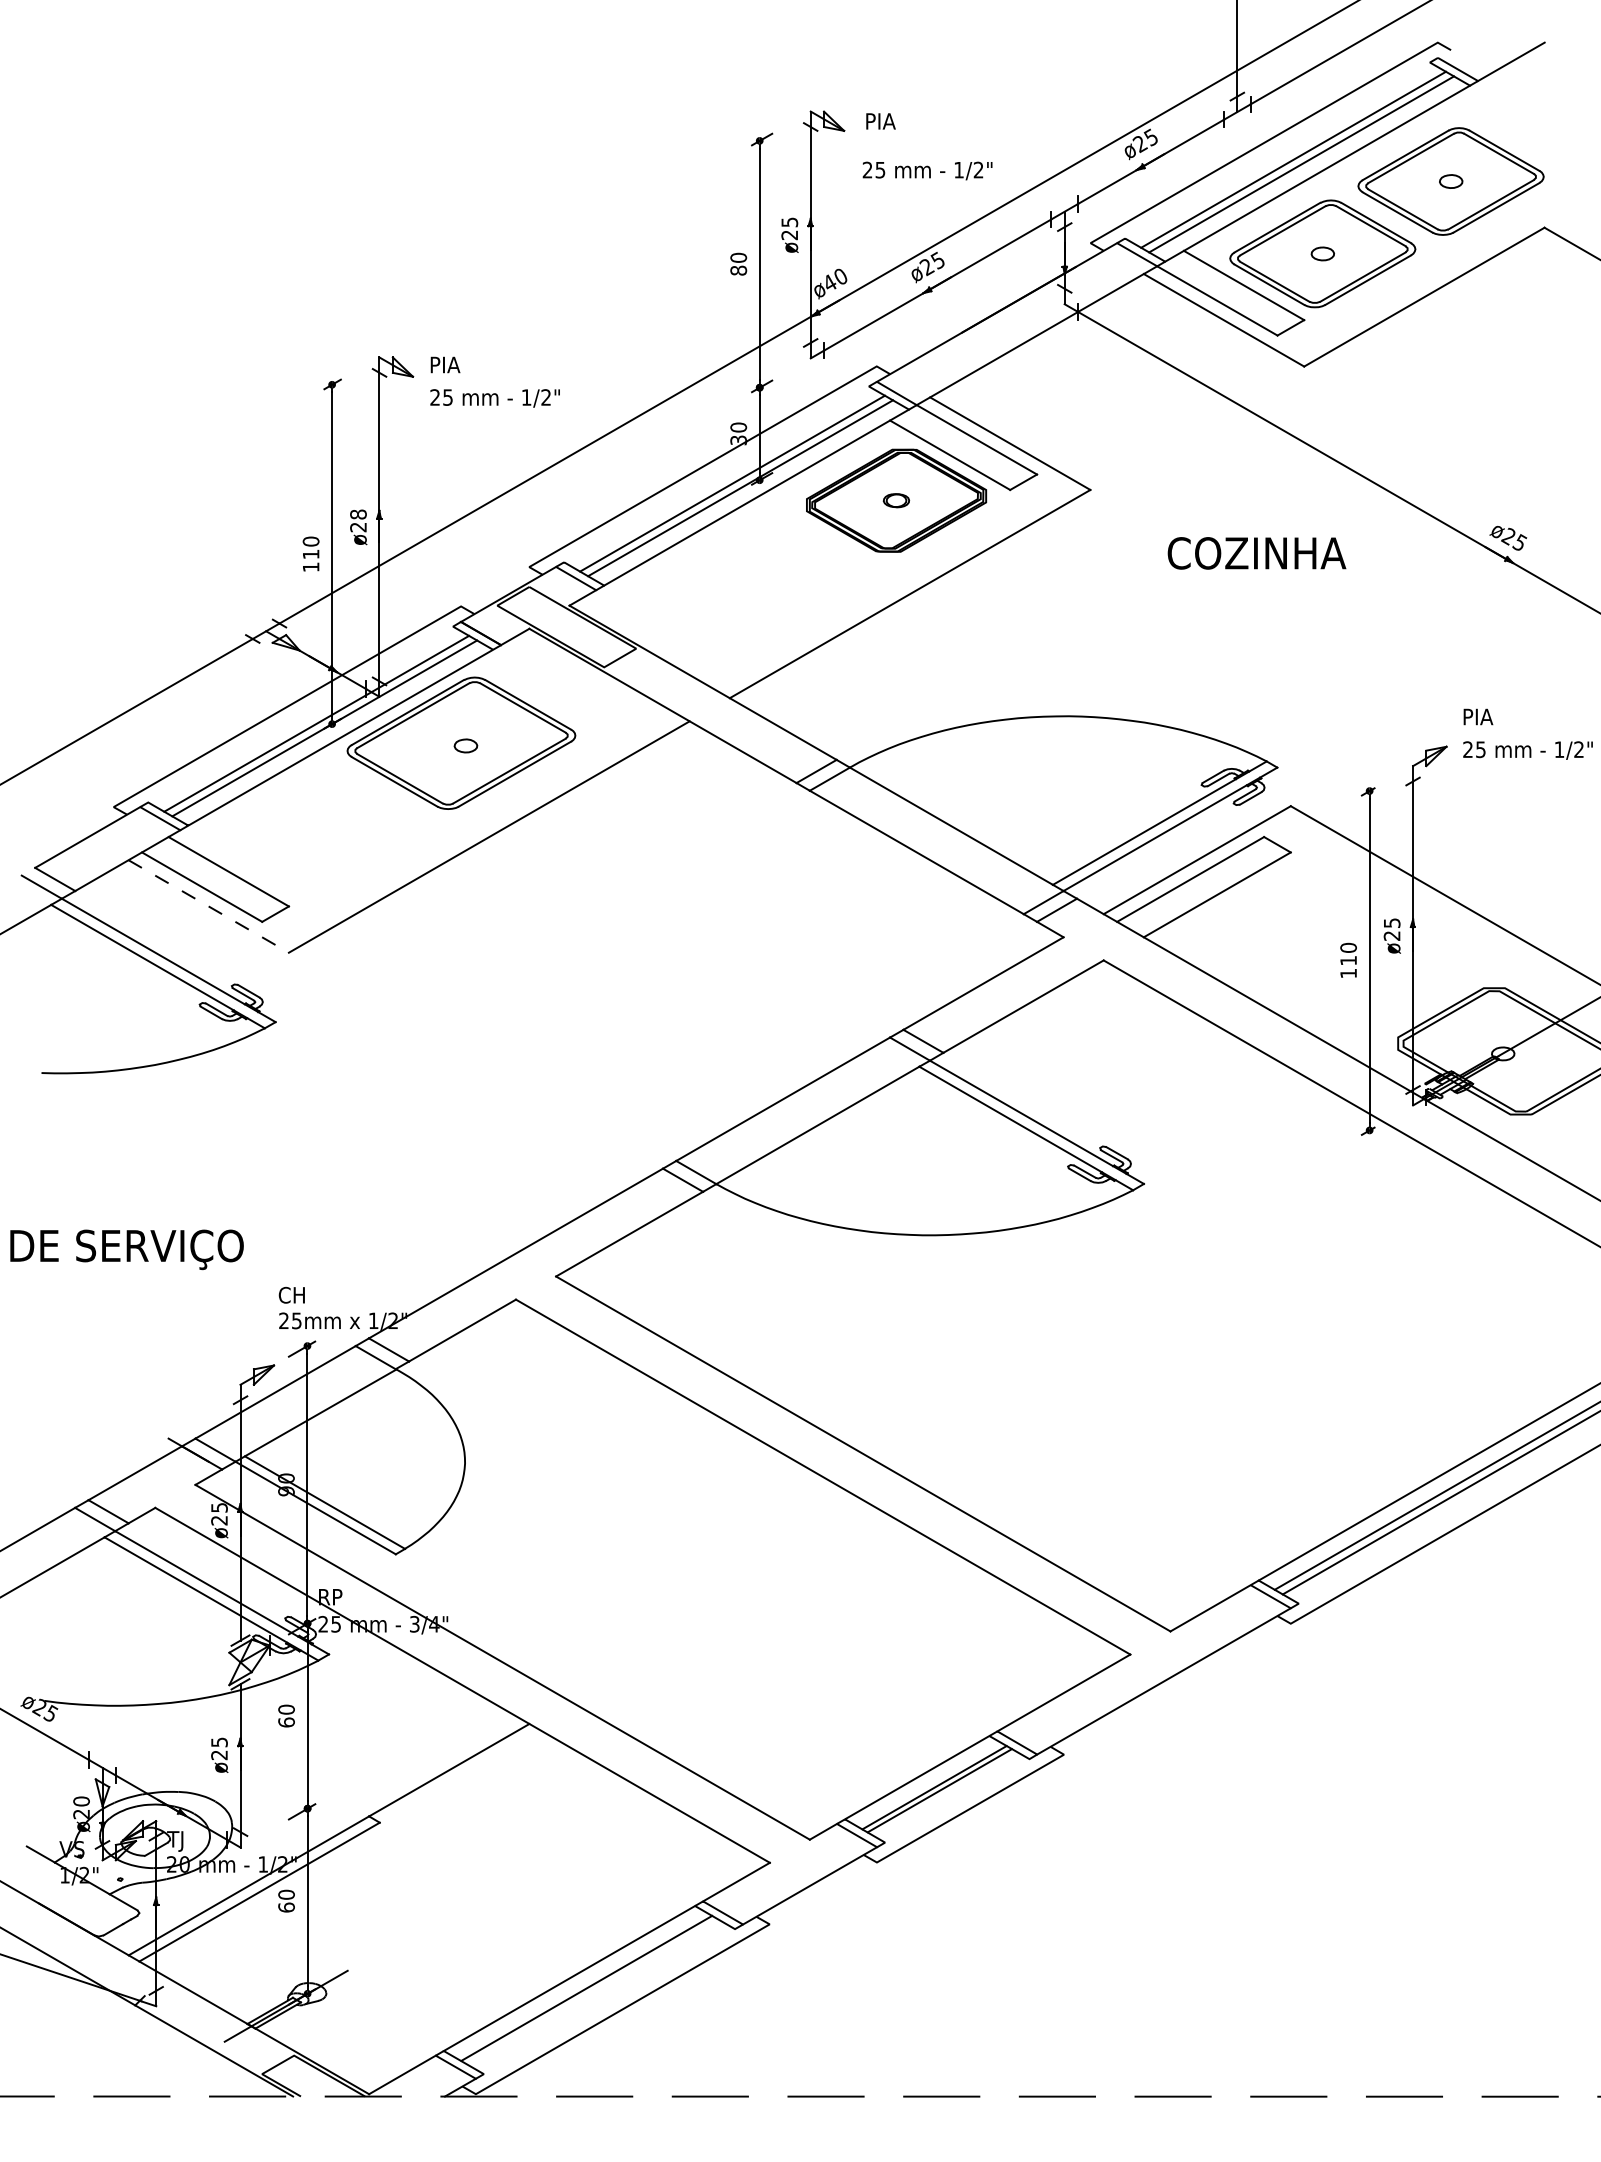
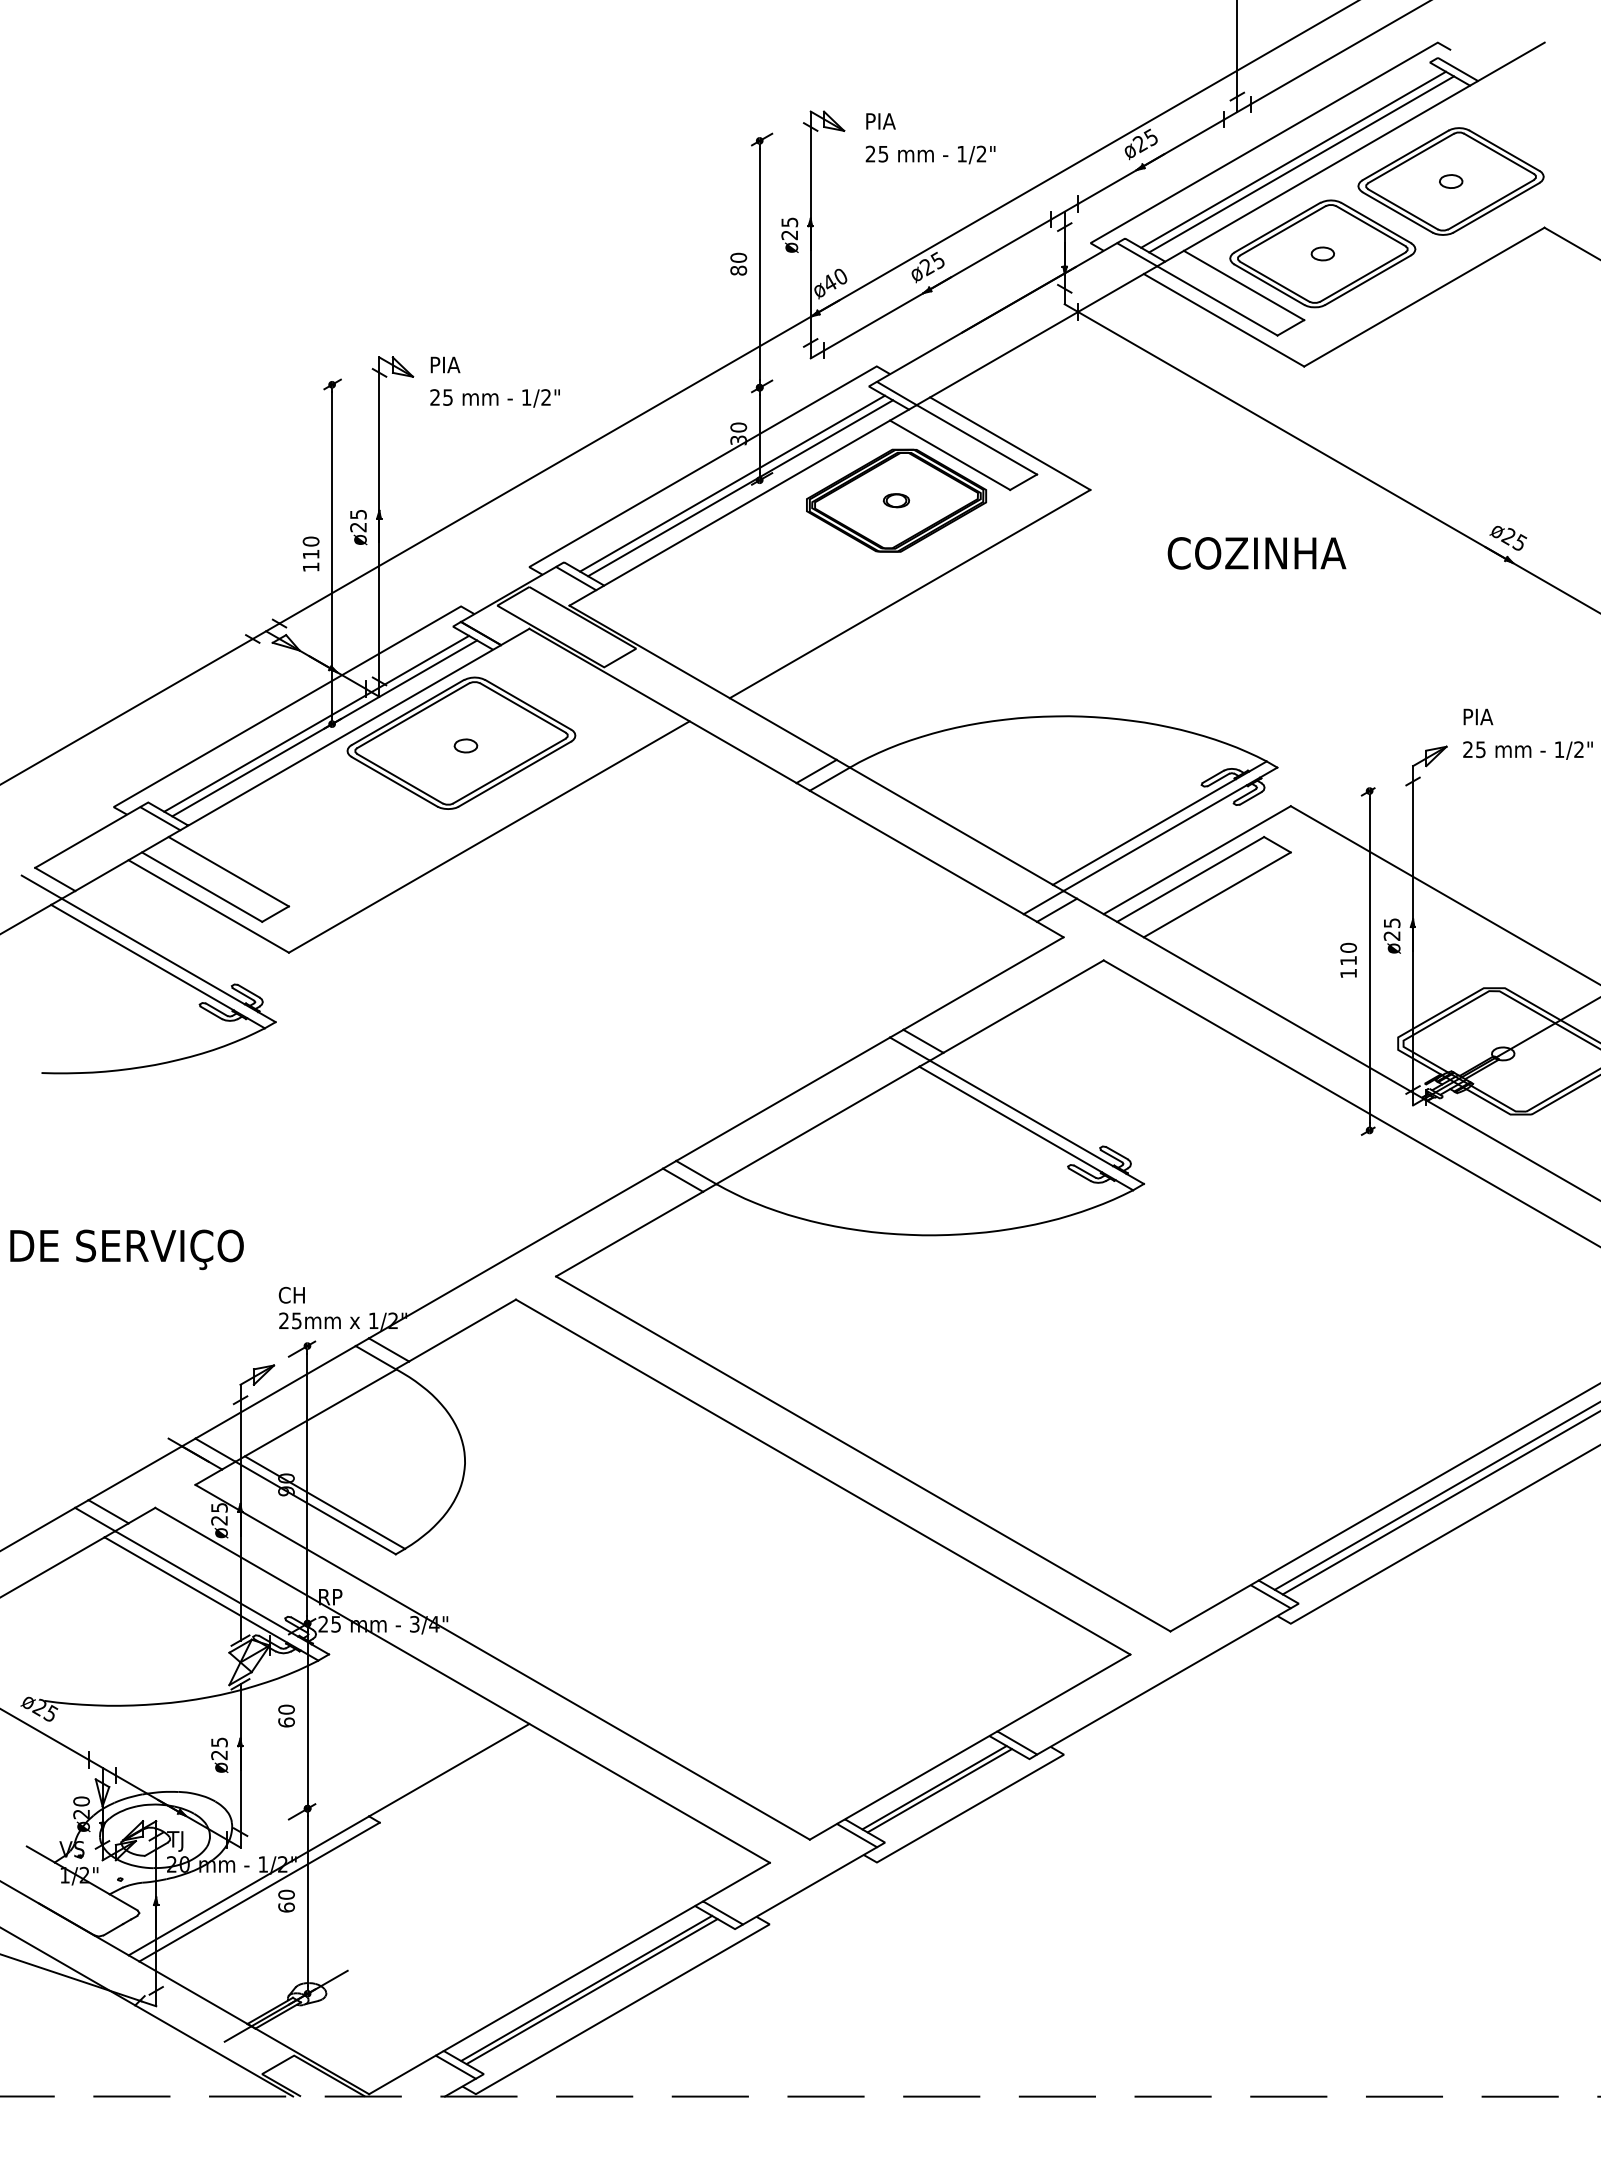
text at (927, 170) position: (927, 170) -> (930, 154)
text at (358, 514): ø28 -> ø25
line at (208, 906): dashed -> solid
line at (591, 1991): none -> present
